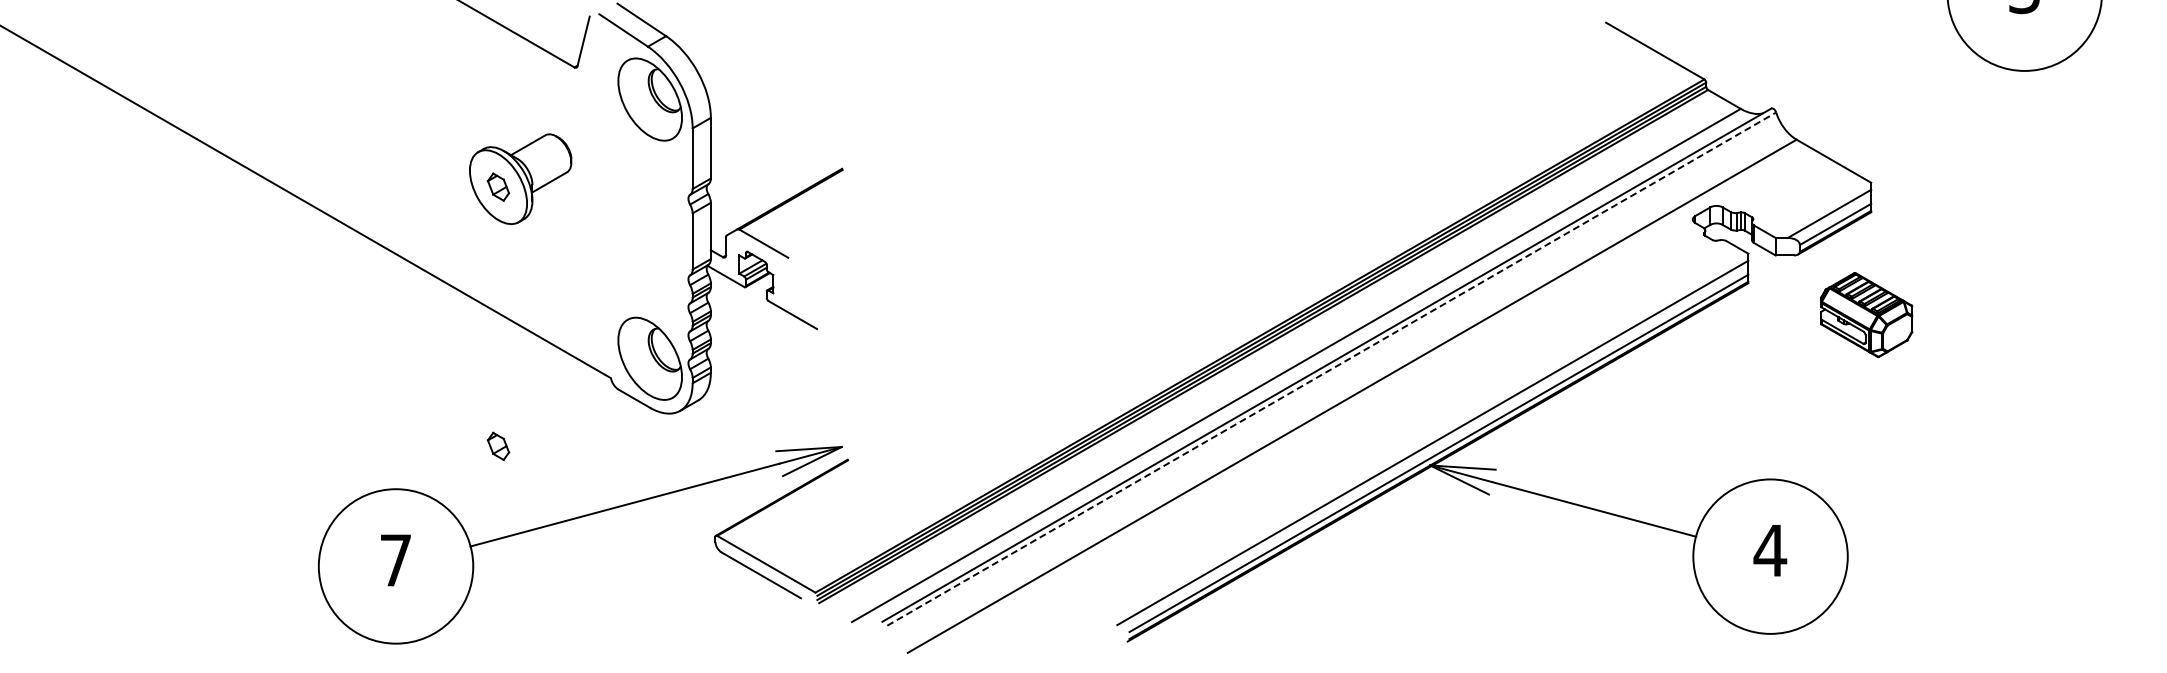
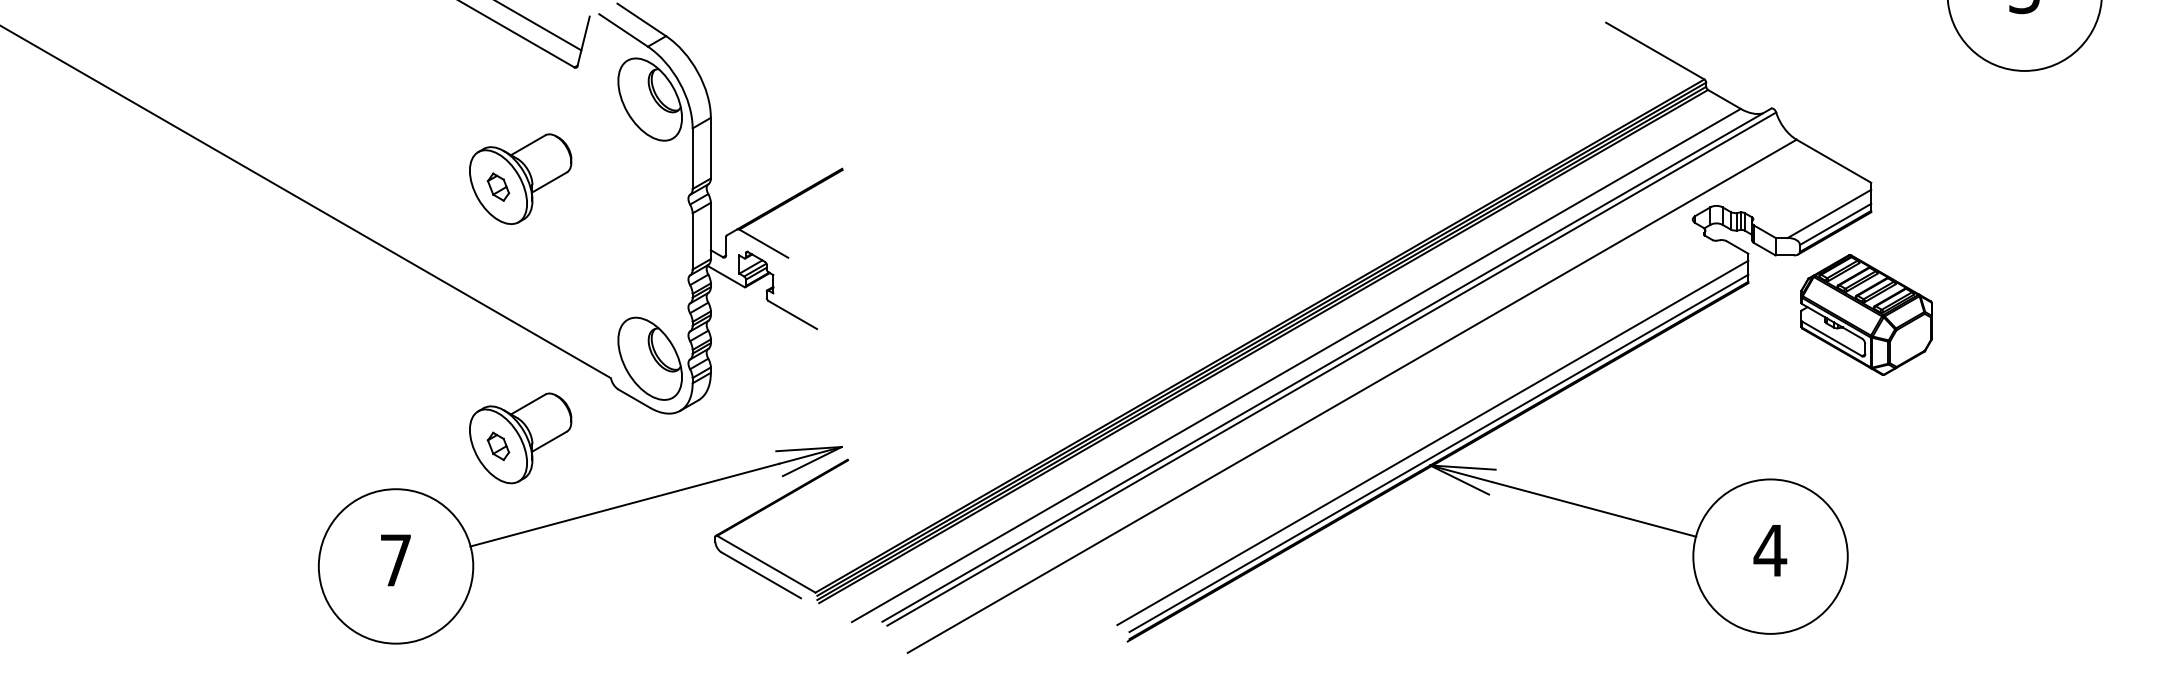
line at (539, 26): none -> present
part at (1866, 314) size: 94x86 px -> 133x122 px
line at (1332, 368): dashed -> solid
part at (520, 438): none -> present
